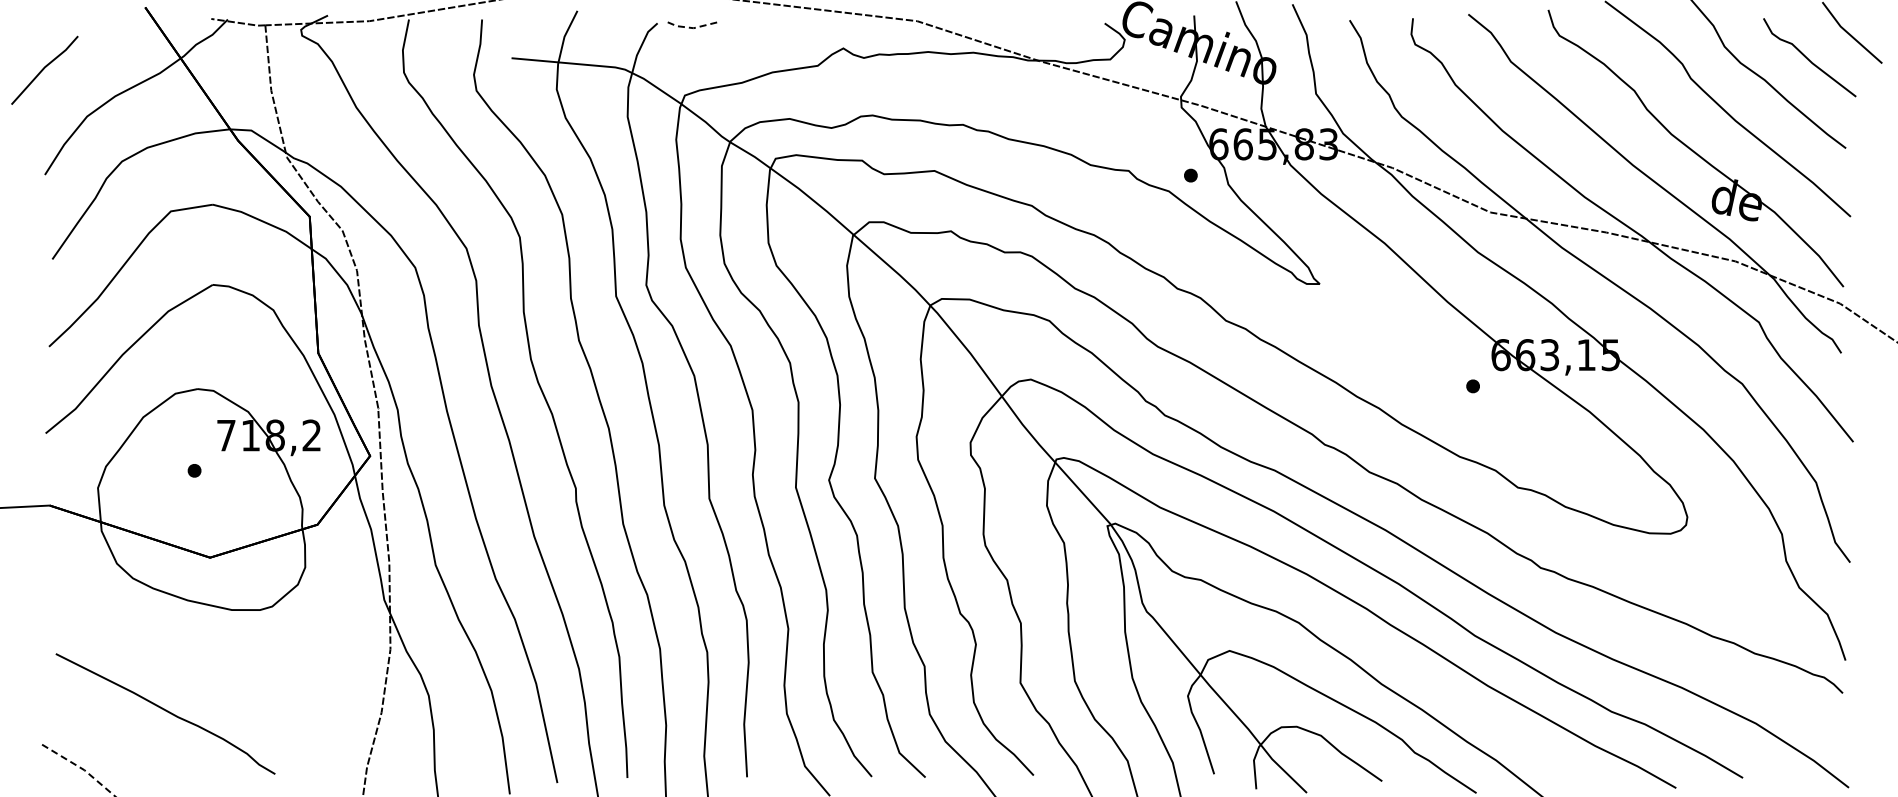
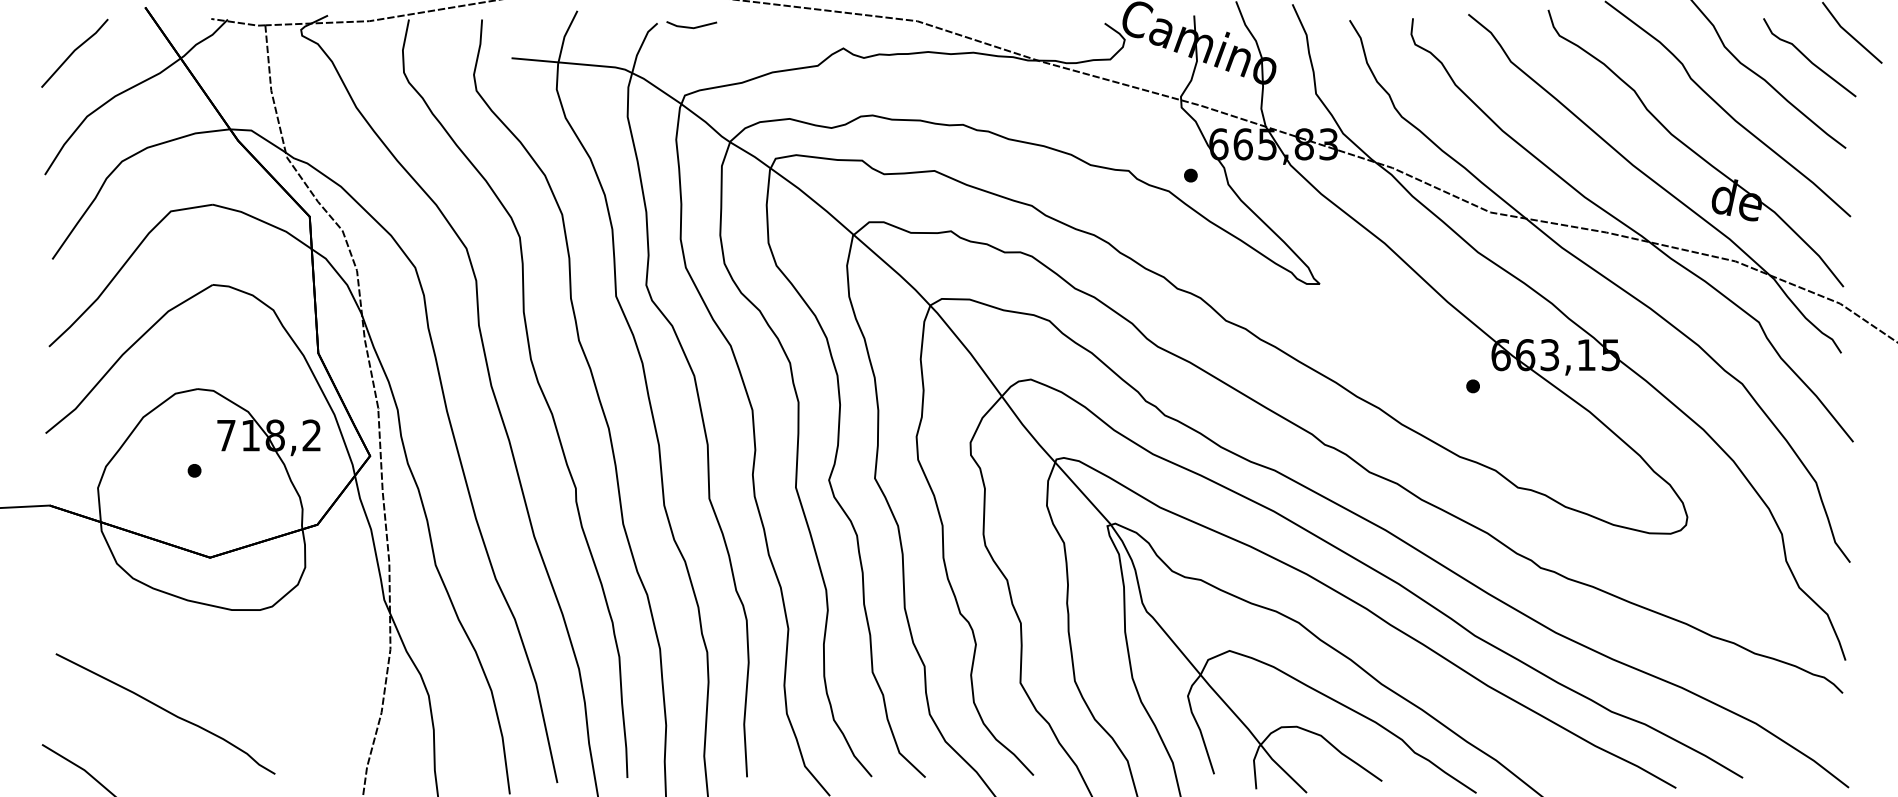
line at (691, 27): dashed -> solid
line at (44, 69) position: (44, 69) -> (74, 52)
line at (81, 768): dashed -> solid
